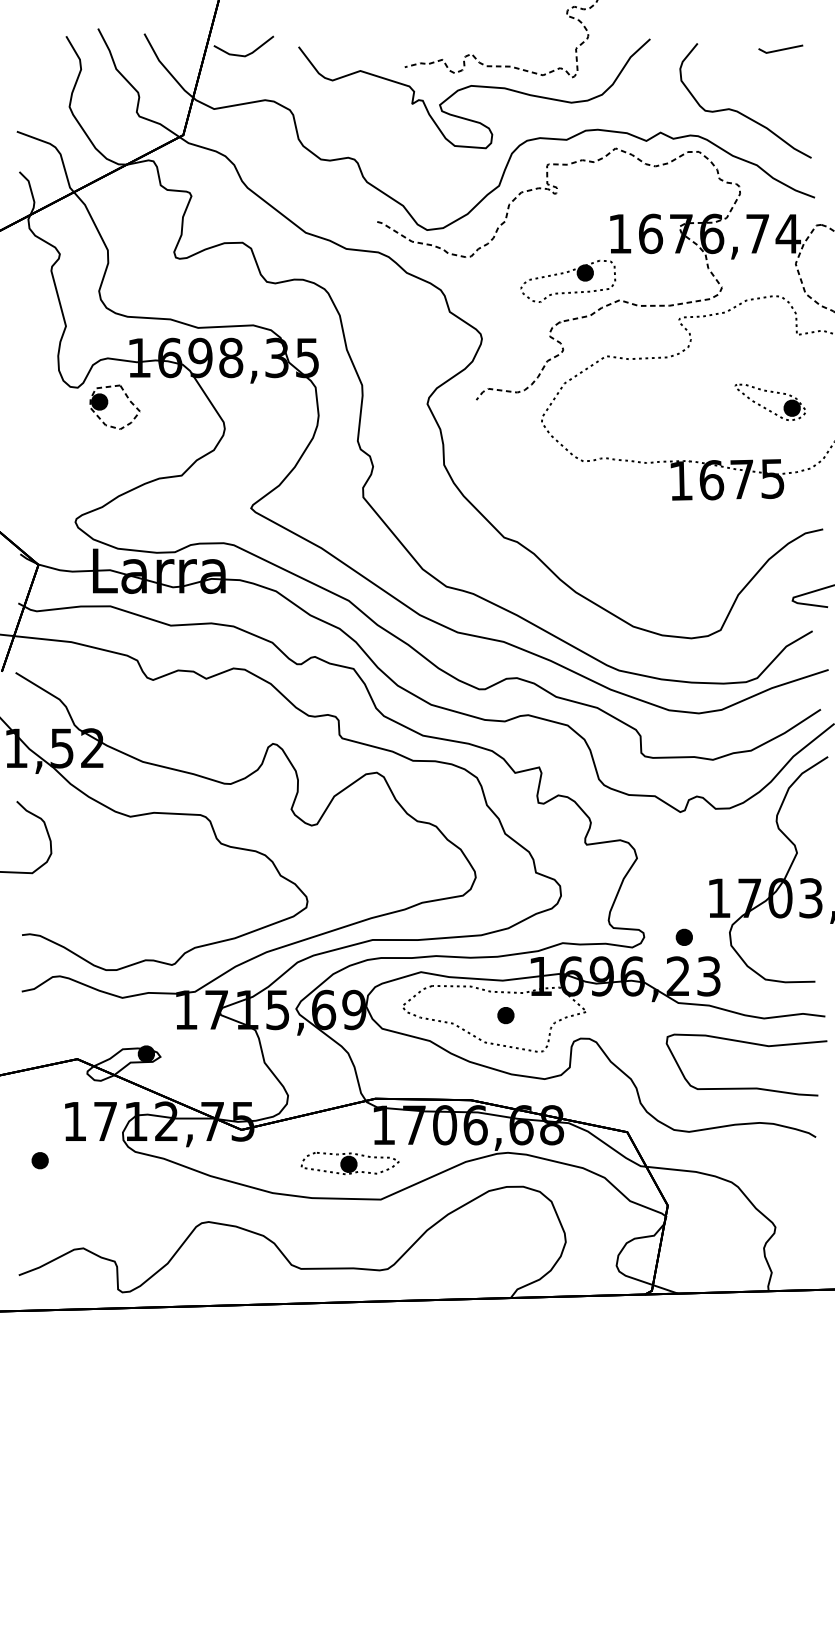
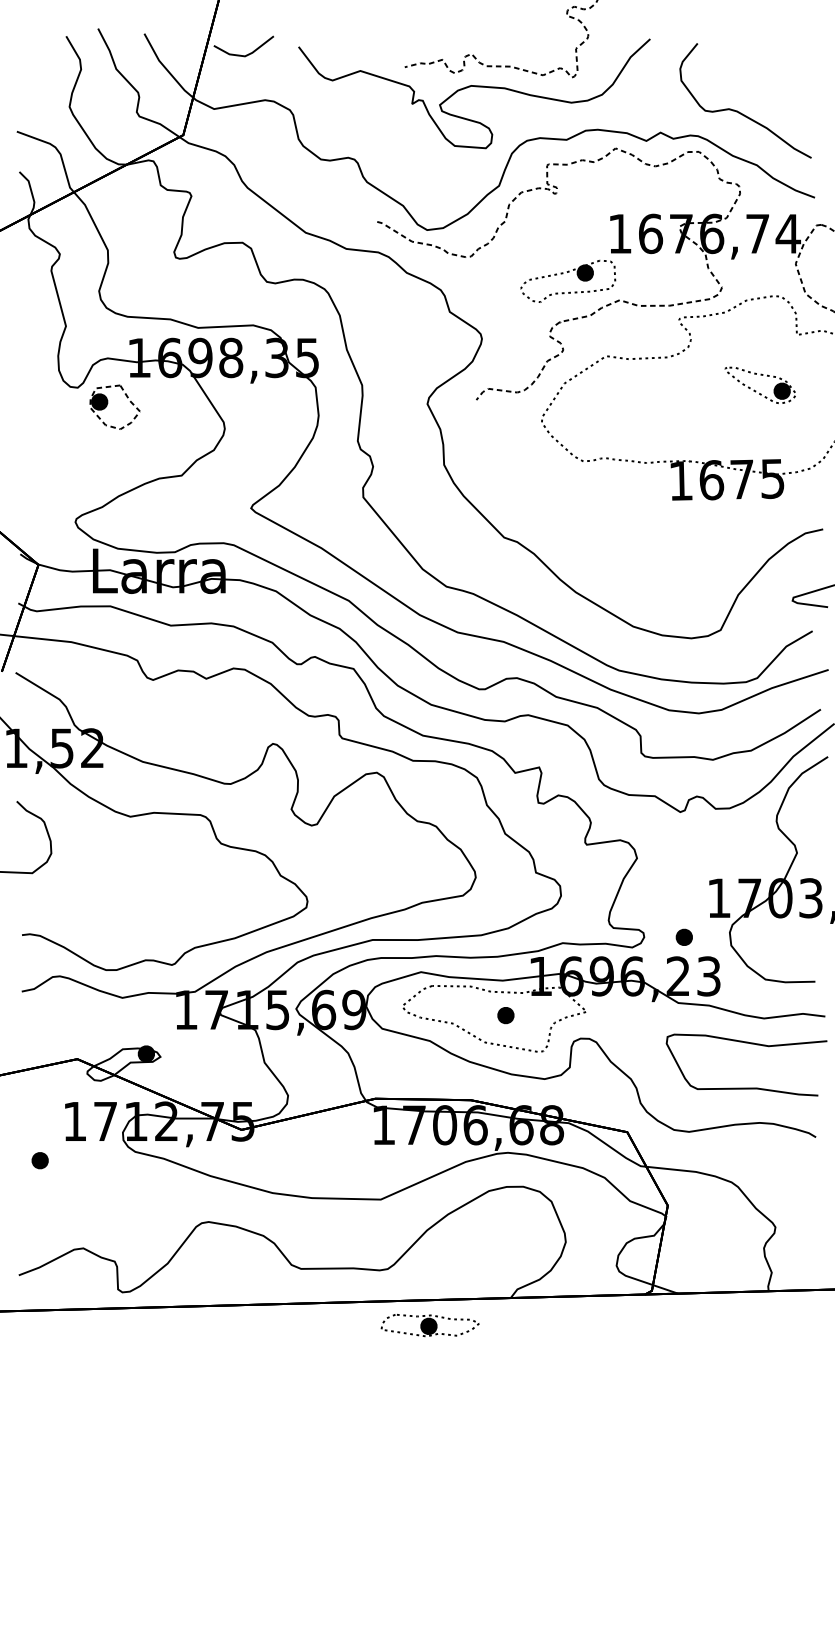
line at (780, 49): present -> none
part at (766, 407) position: (766, 407) -> (756, 390)
part at (349, 1163) position: (349, 1163) -> (429, 1325)
